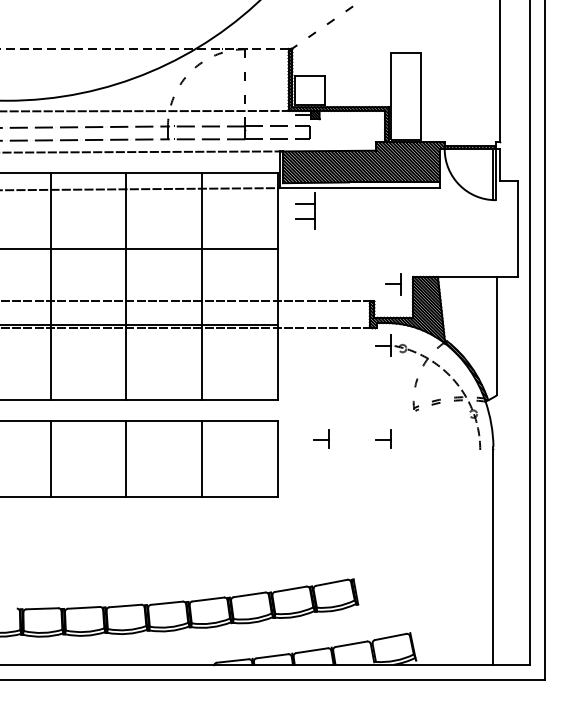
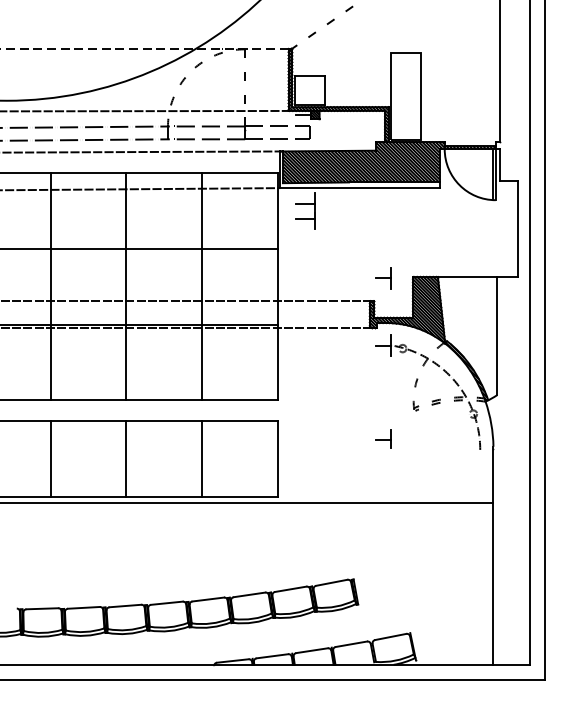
part at (393, 284) position: (393, 284) -> (383, 278)
part at (321, 438): present -> none
line at (247, 502): none -> present
